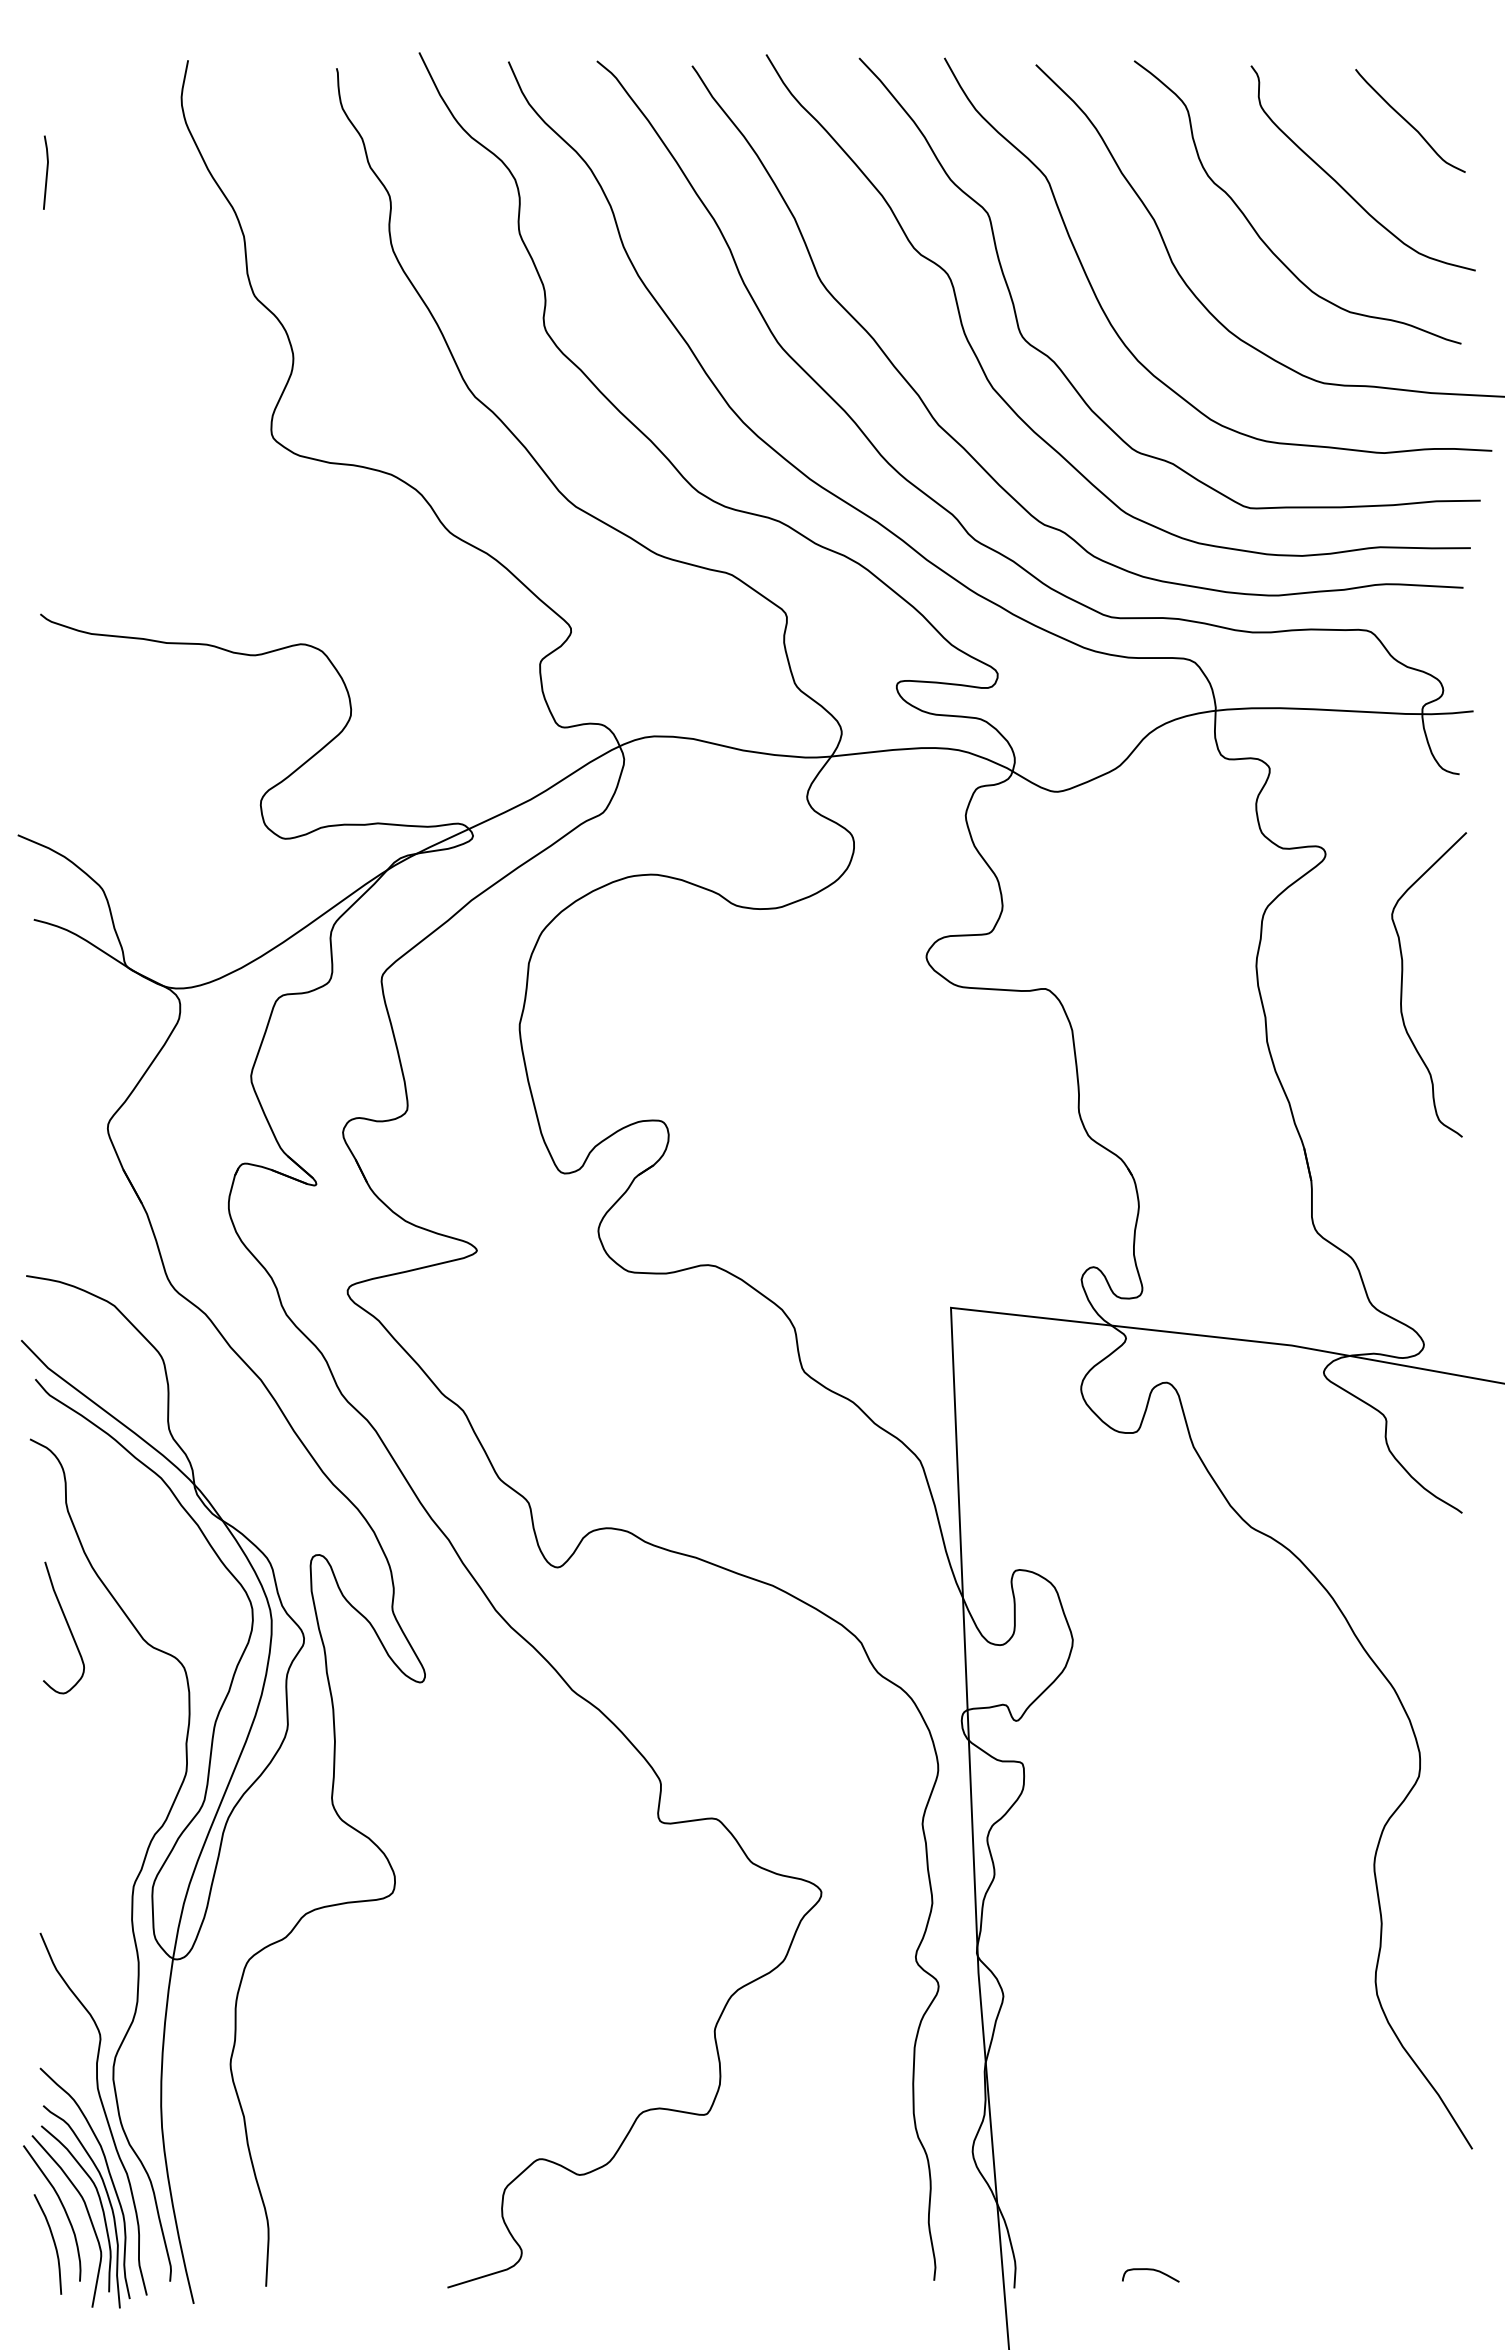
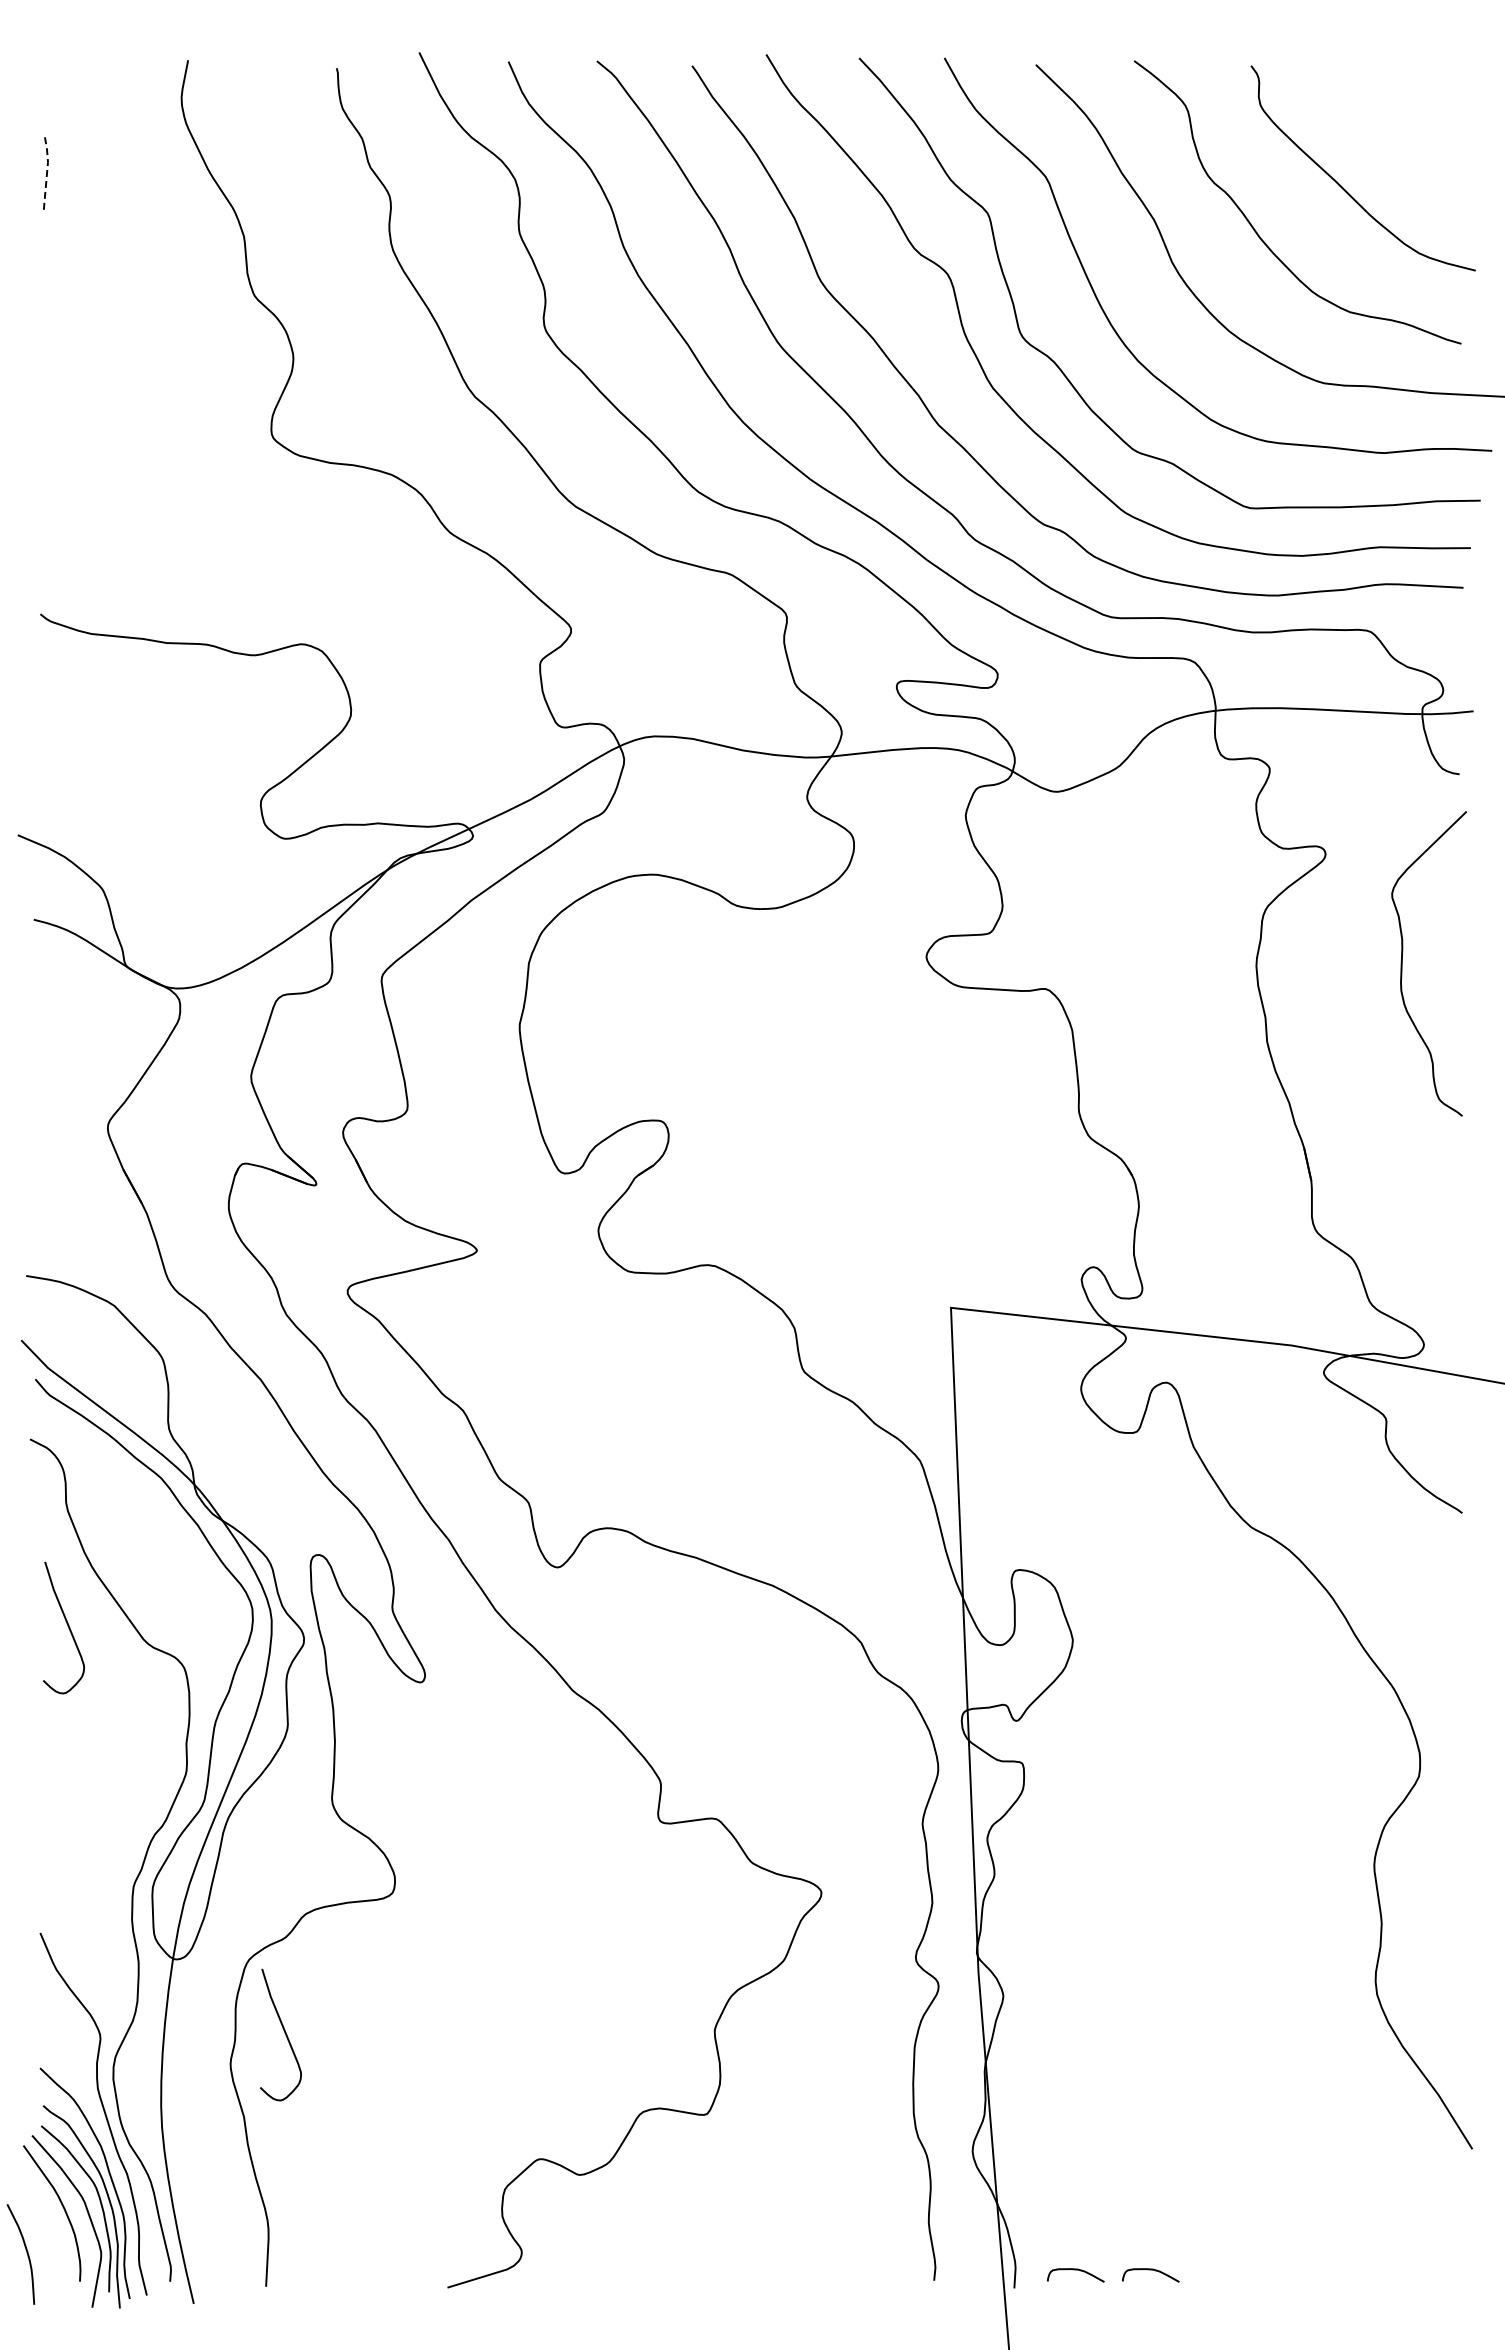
curve at (1408, 121): present -> none
line at (47, 171): solid -> dashed
curve at (1402, 984) position: (1402, 984) -> (1402, 963)
curve at (284, 2033): none -> present
curve at (53, 2243) position: (53, 2243) -> (26, 2253)
curve at (1075, 2270): none -> present
